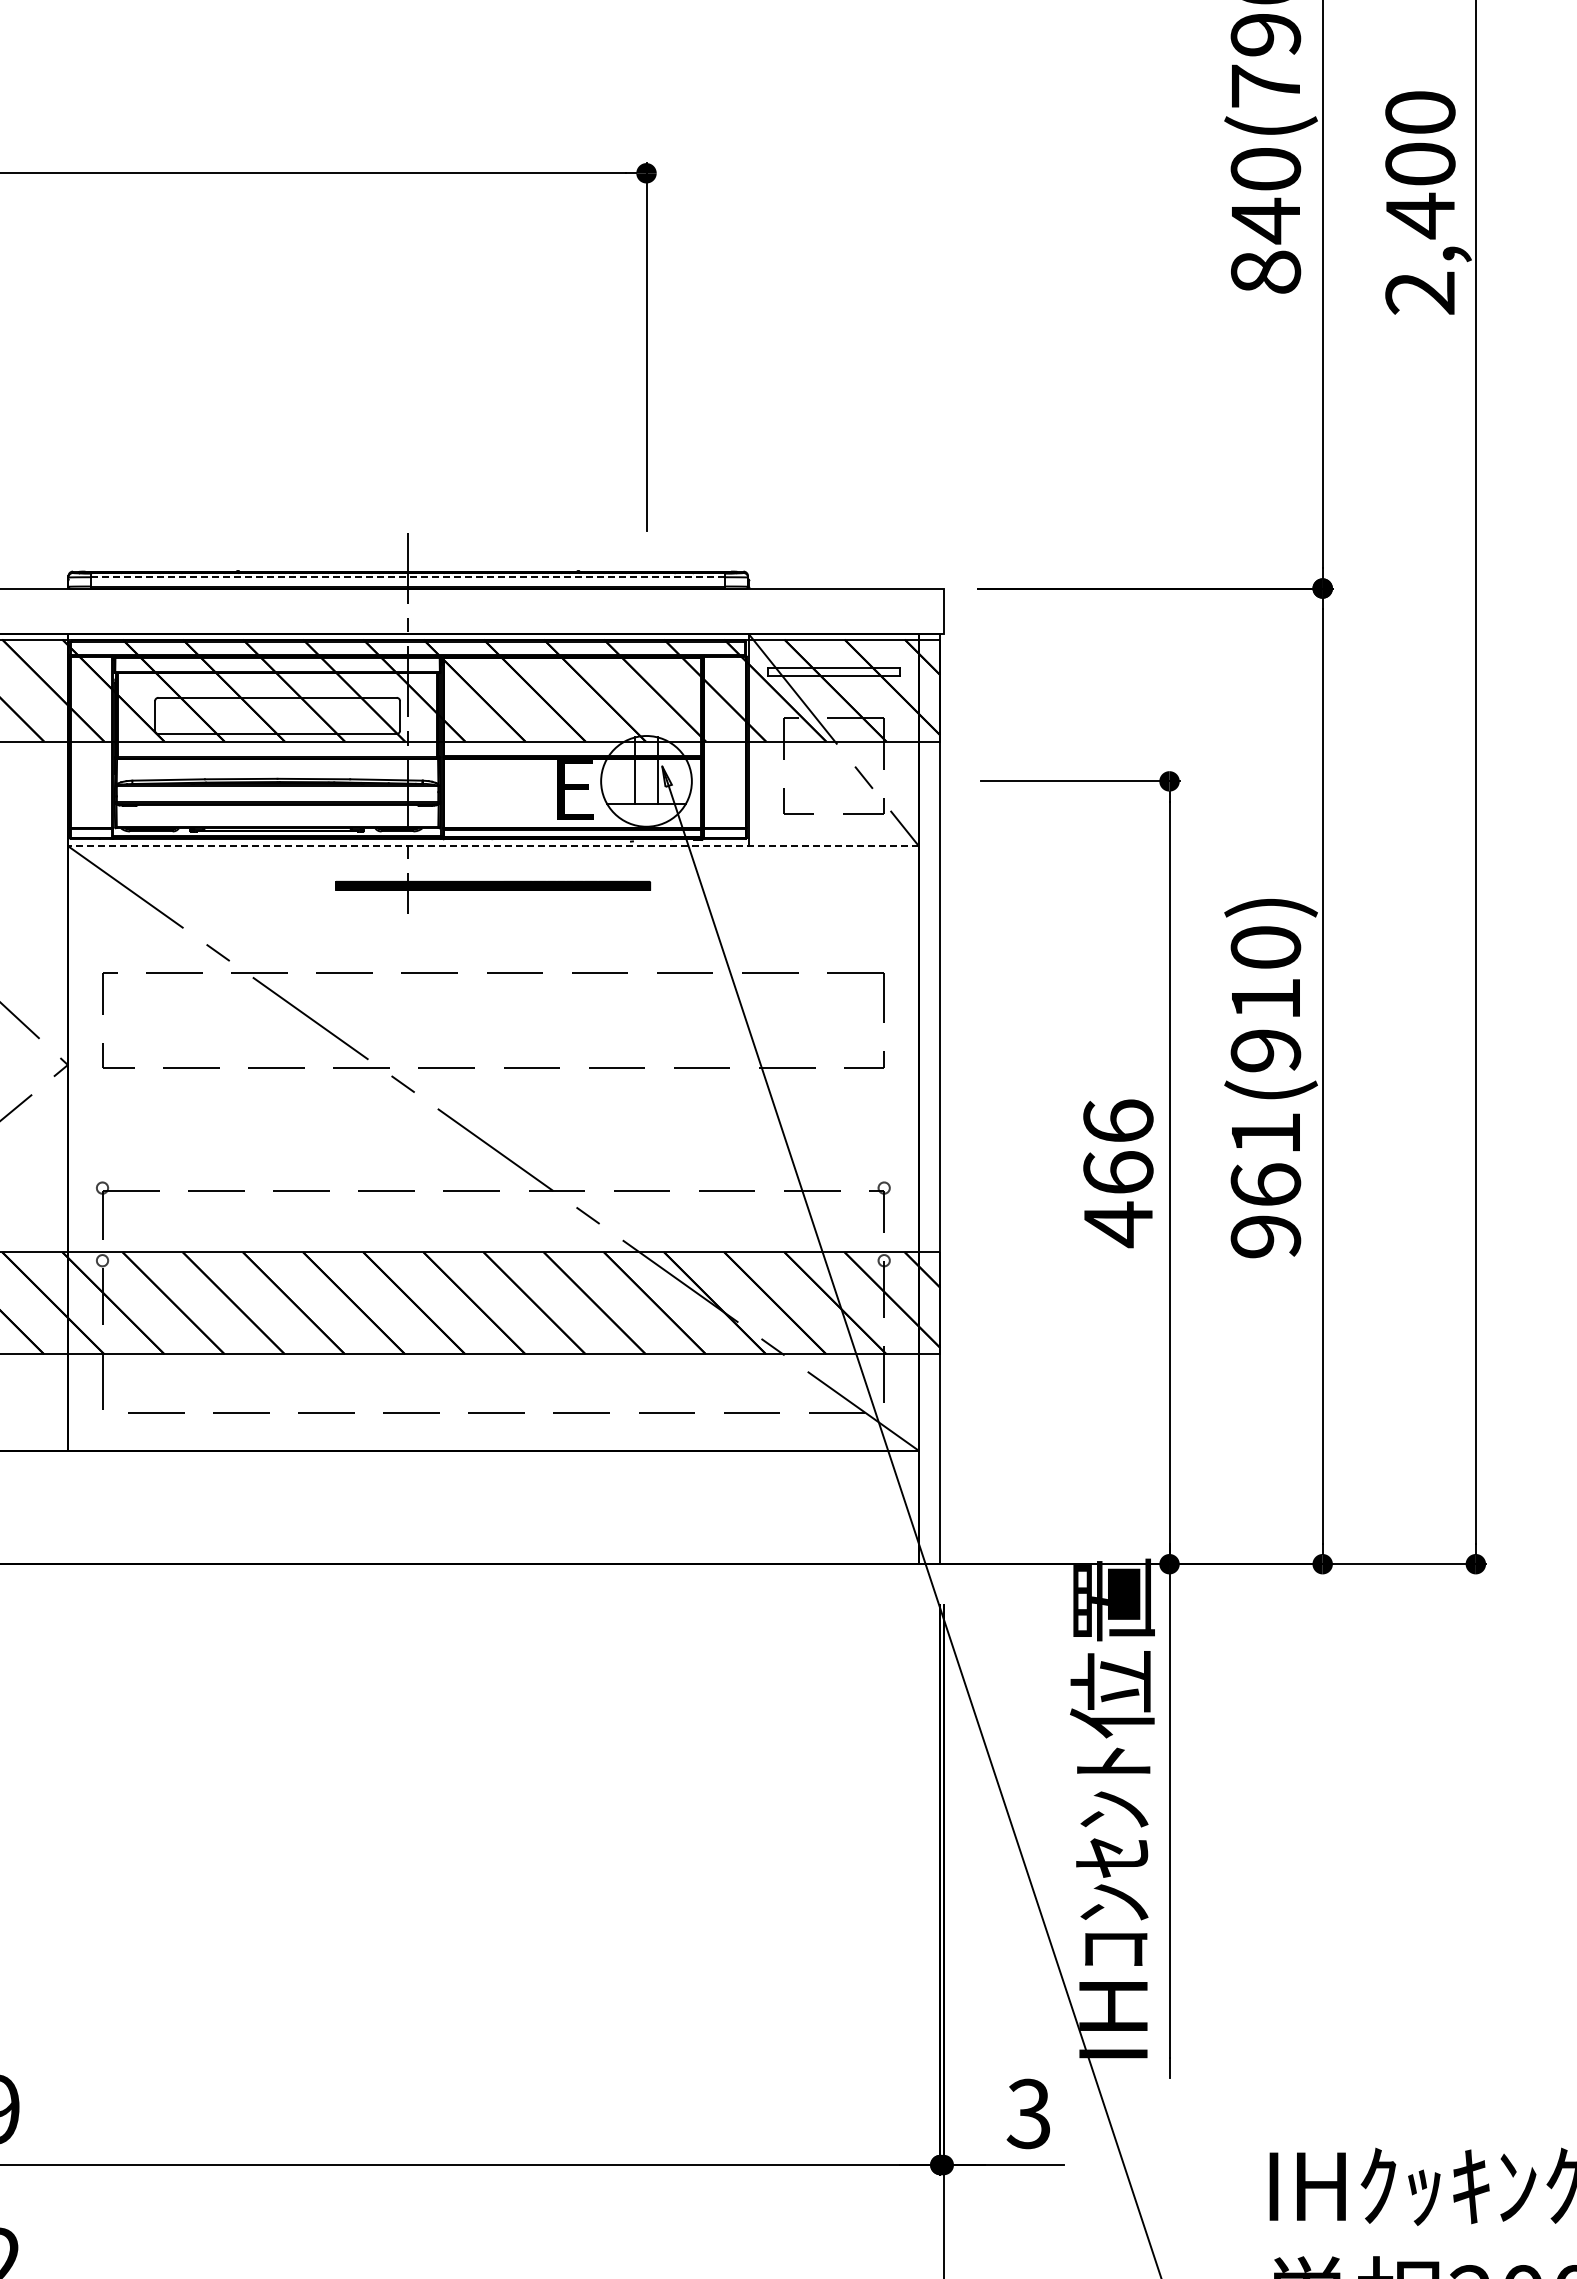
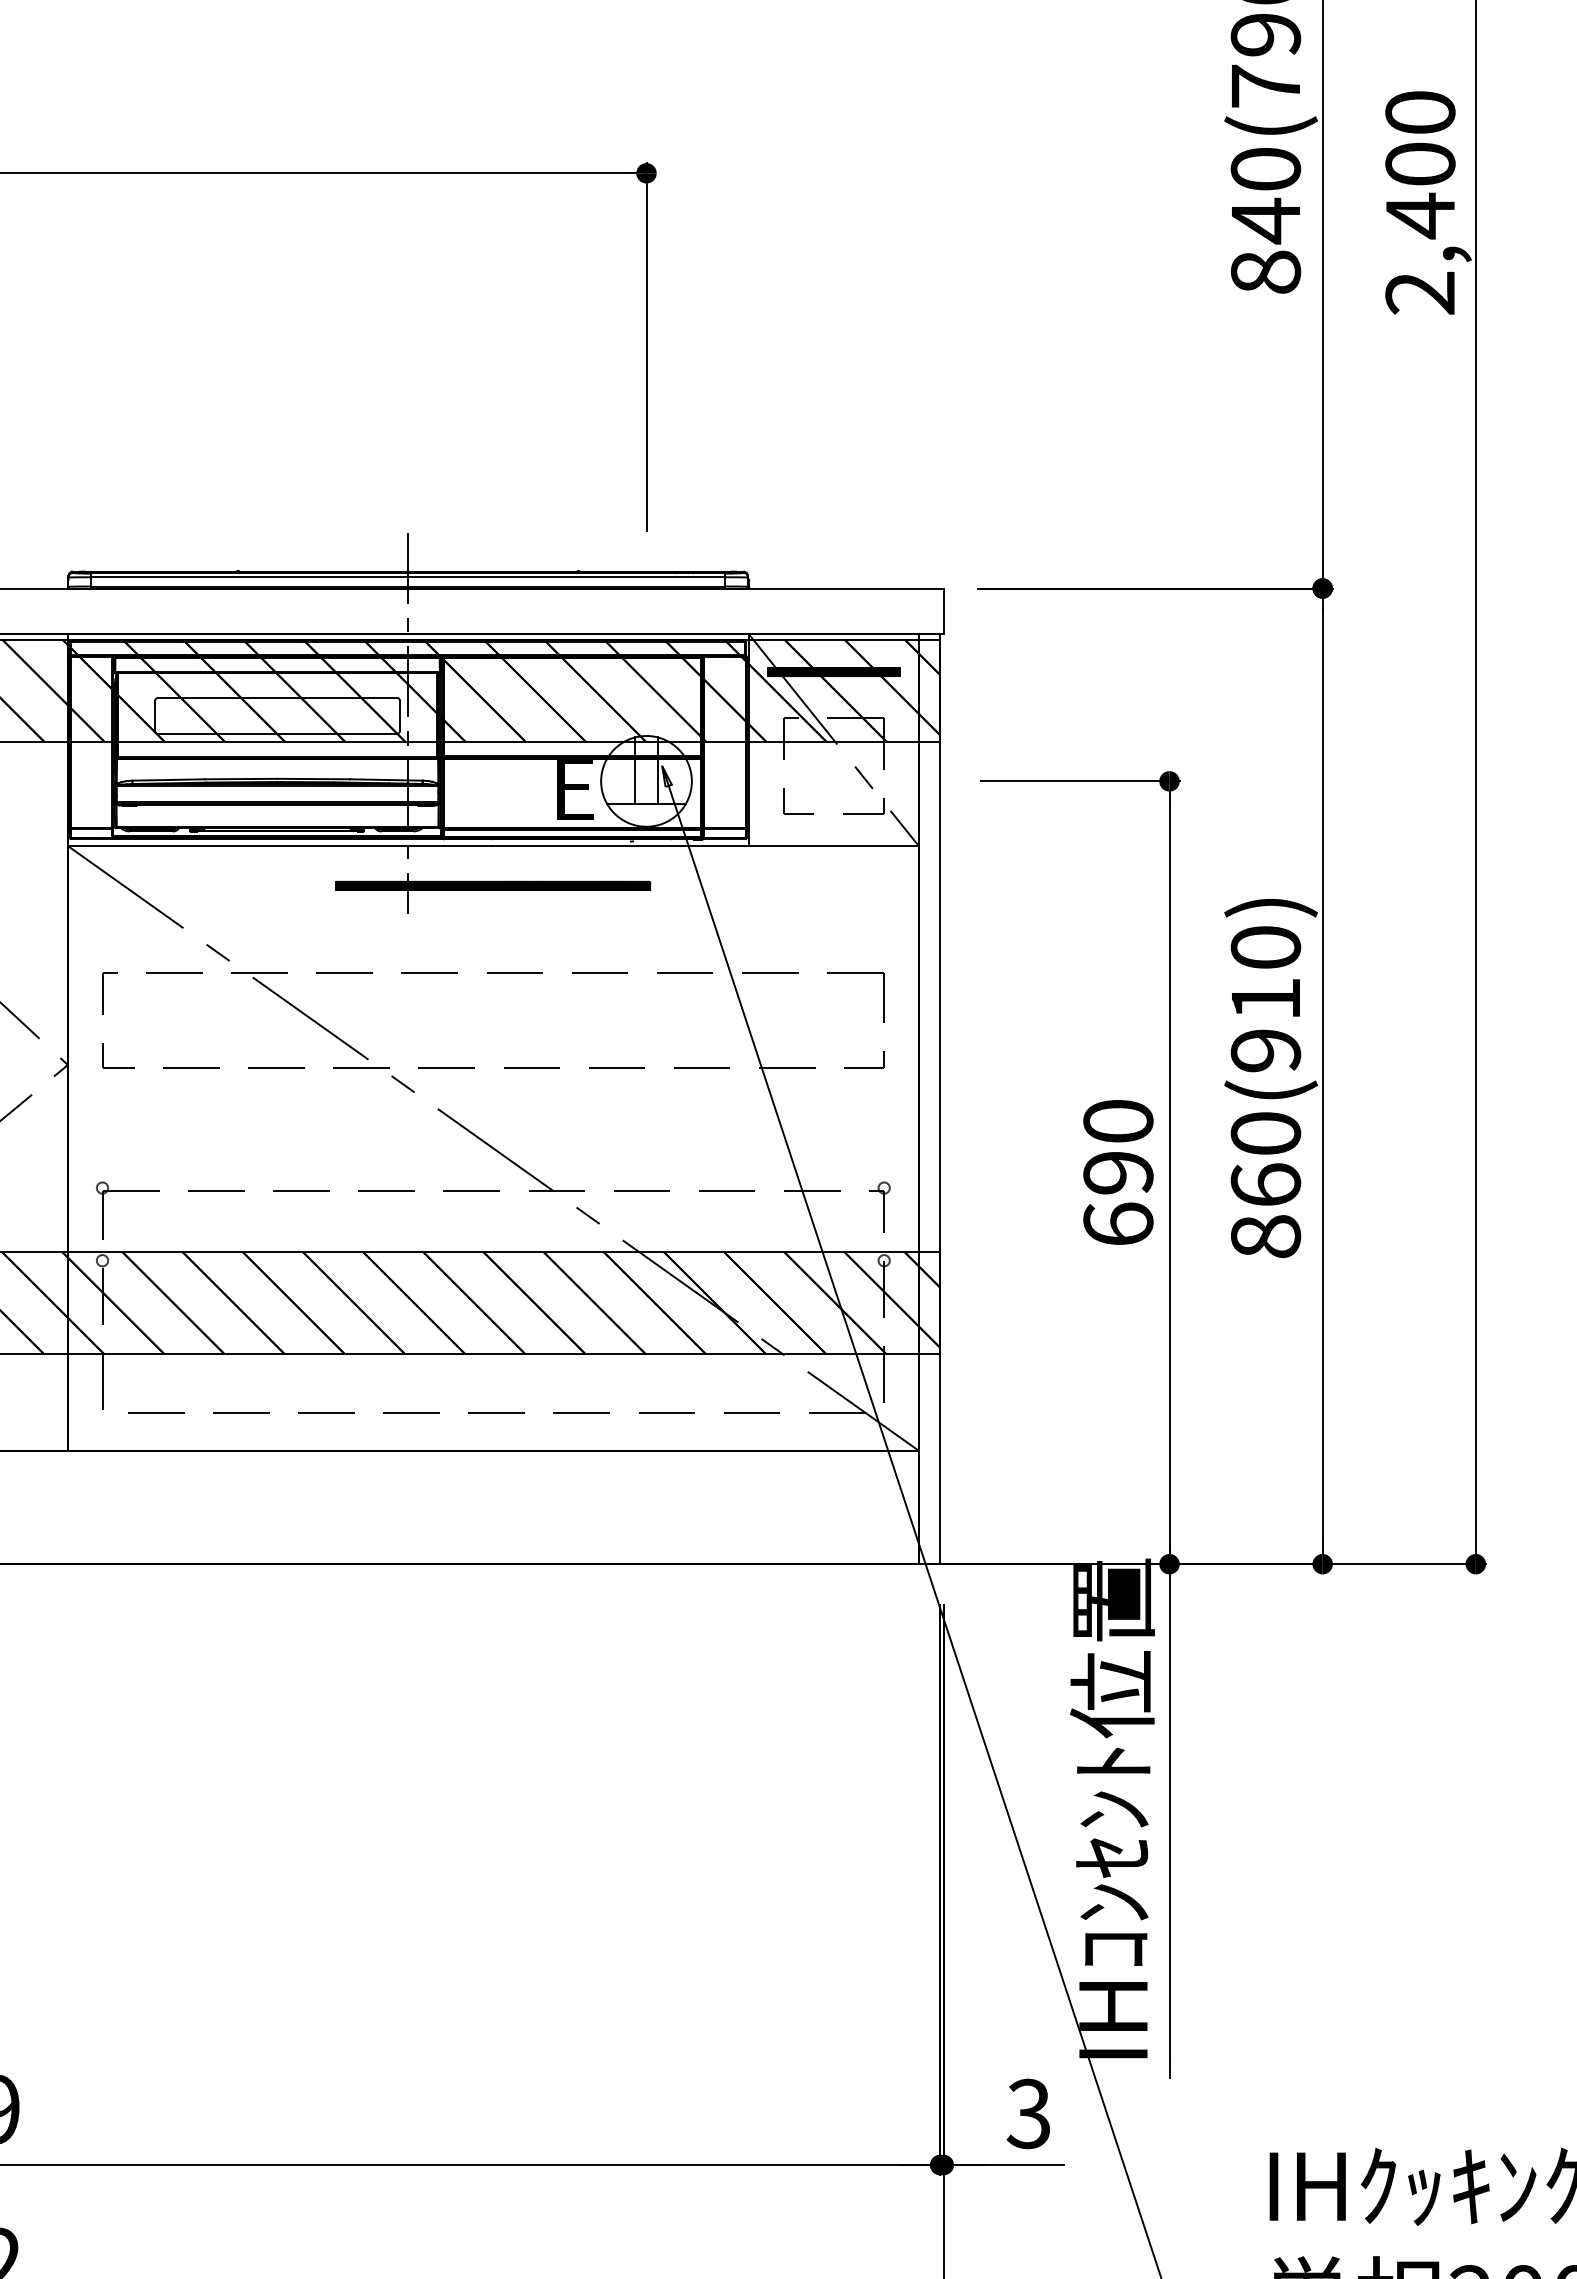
line at (407, 577): dashed -> solid
hatch at (833, 671): none -> present
line at (492, 846): dashed -> solid
text at (1118, 1173): 466 -> 690
text at (1265, 1185): 961(910) -> 860(910)
